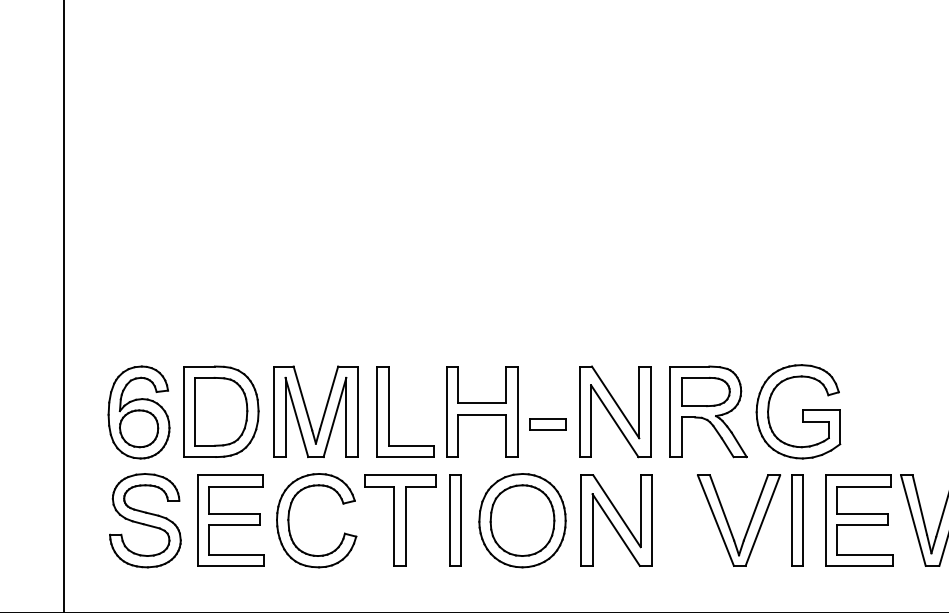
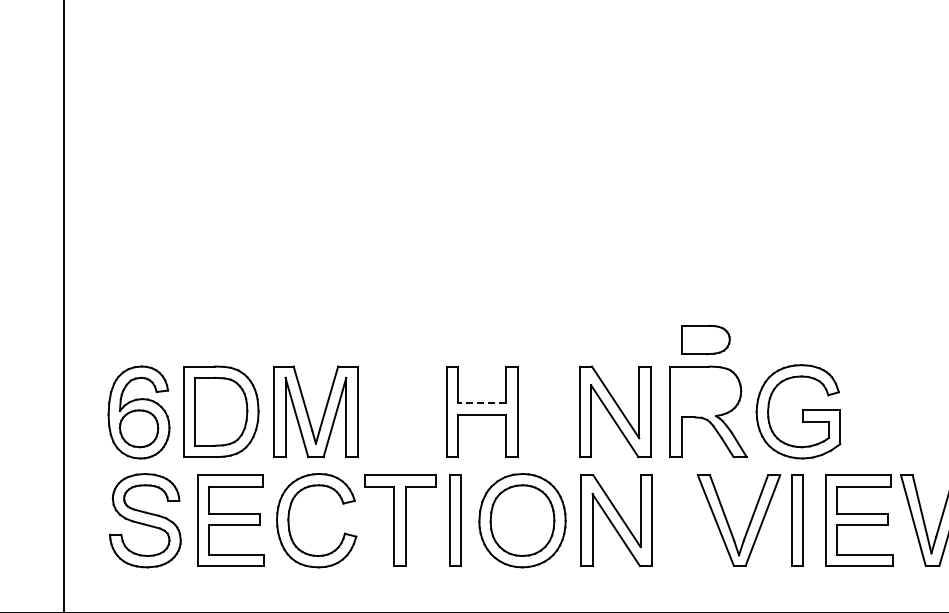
part at (705, 391) position: (705, 391) -> (705, 339)
line at (481, 403): solid -> dashed
part at (389, 411): present -> none
part at (547, 424): present -> none
